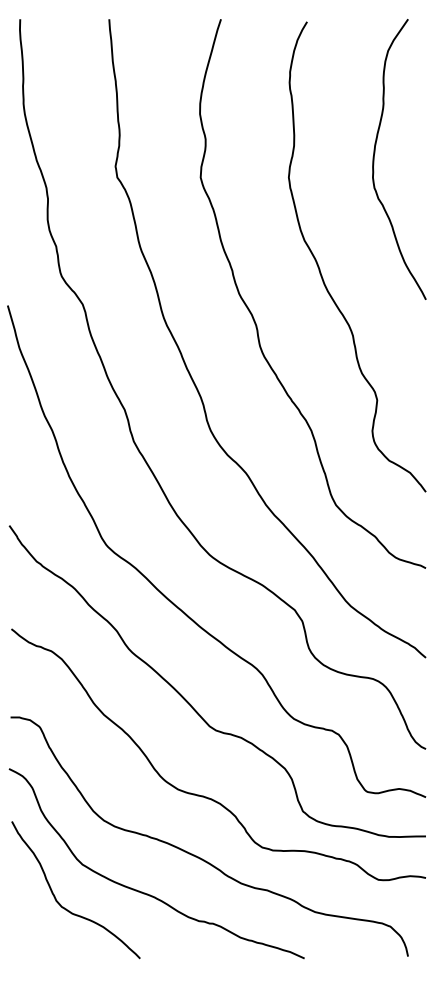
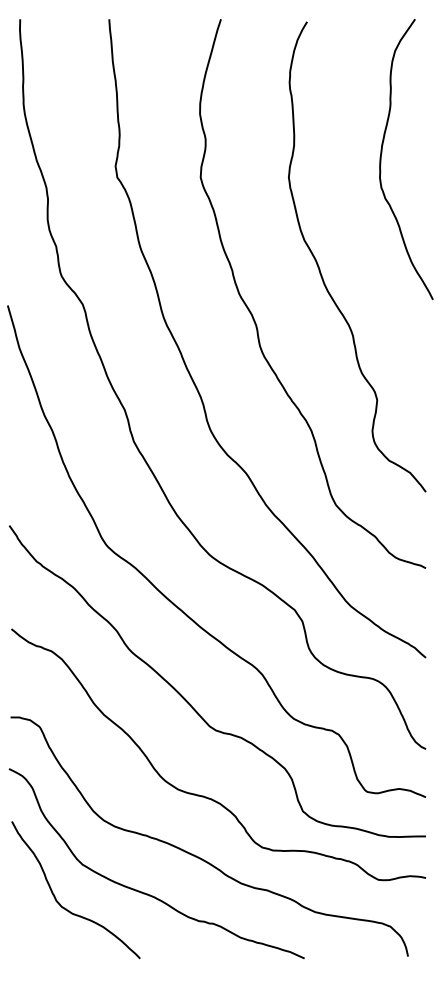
curve at (375, 153) position: (375, 153) -> (382, 153)
